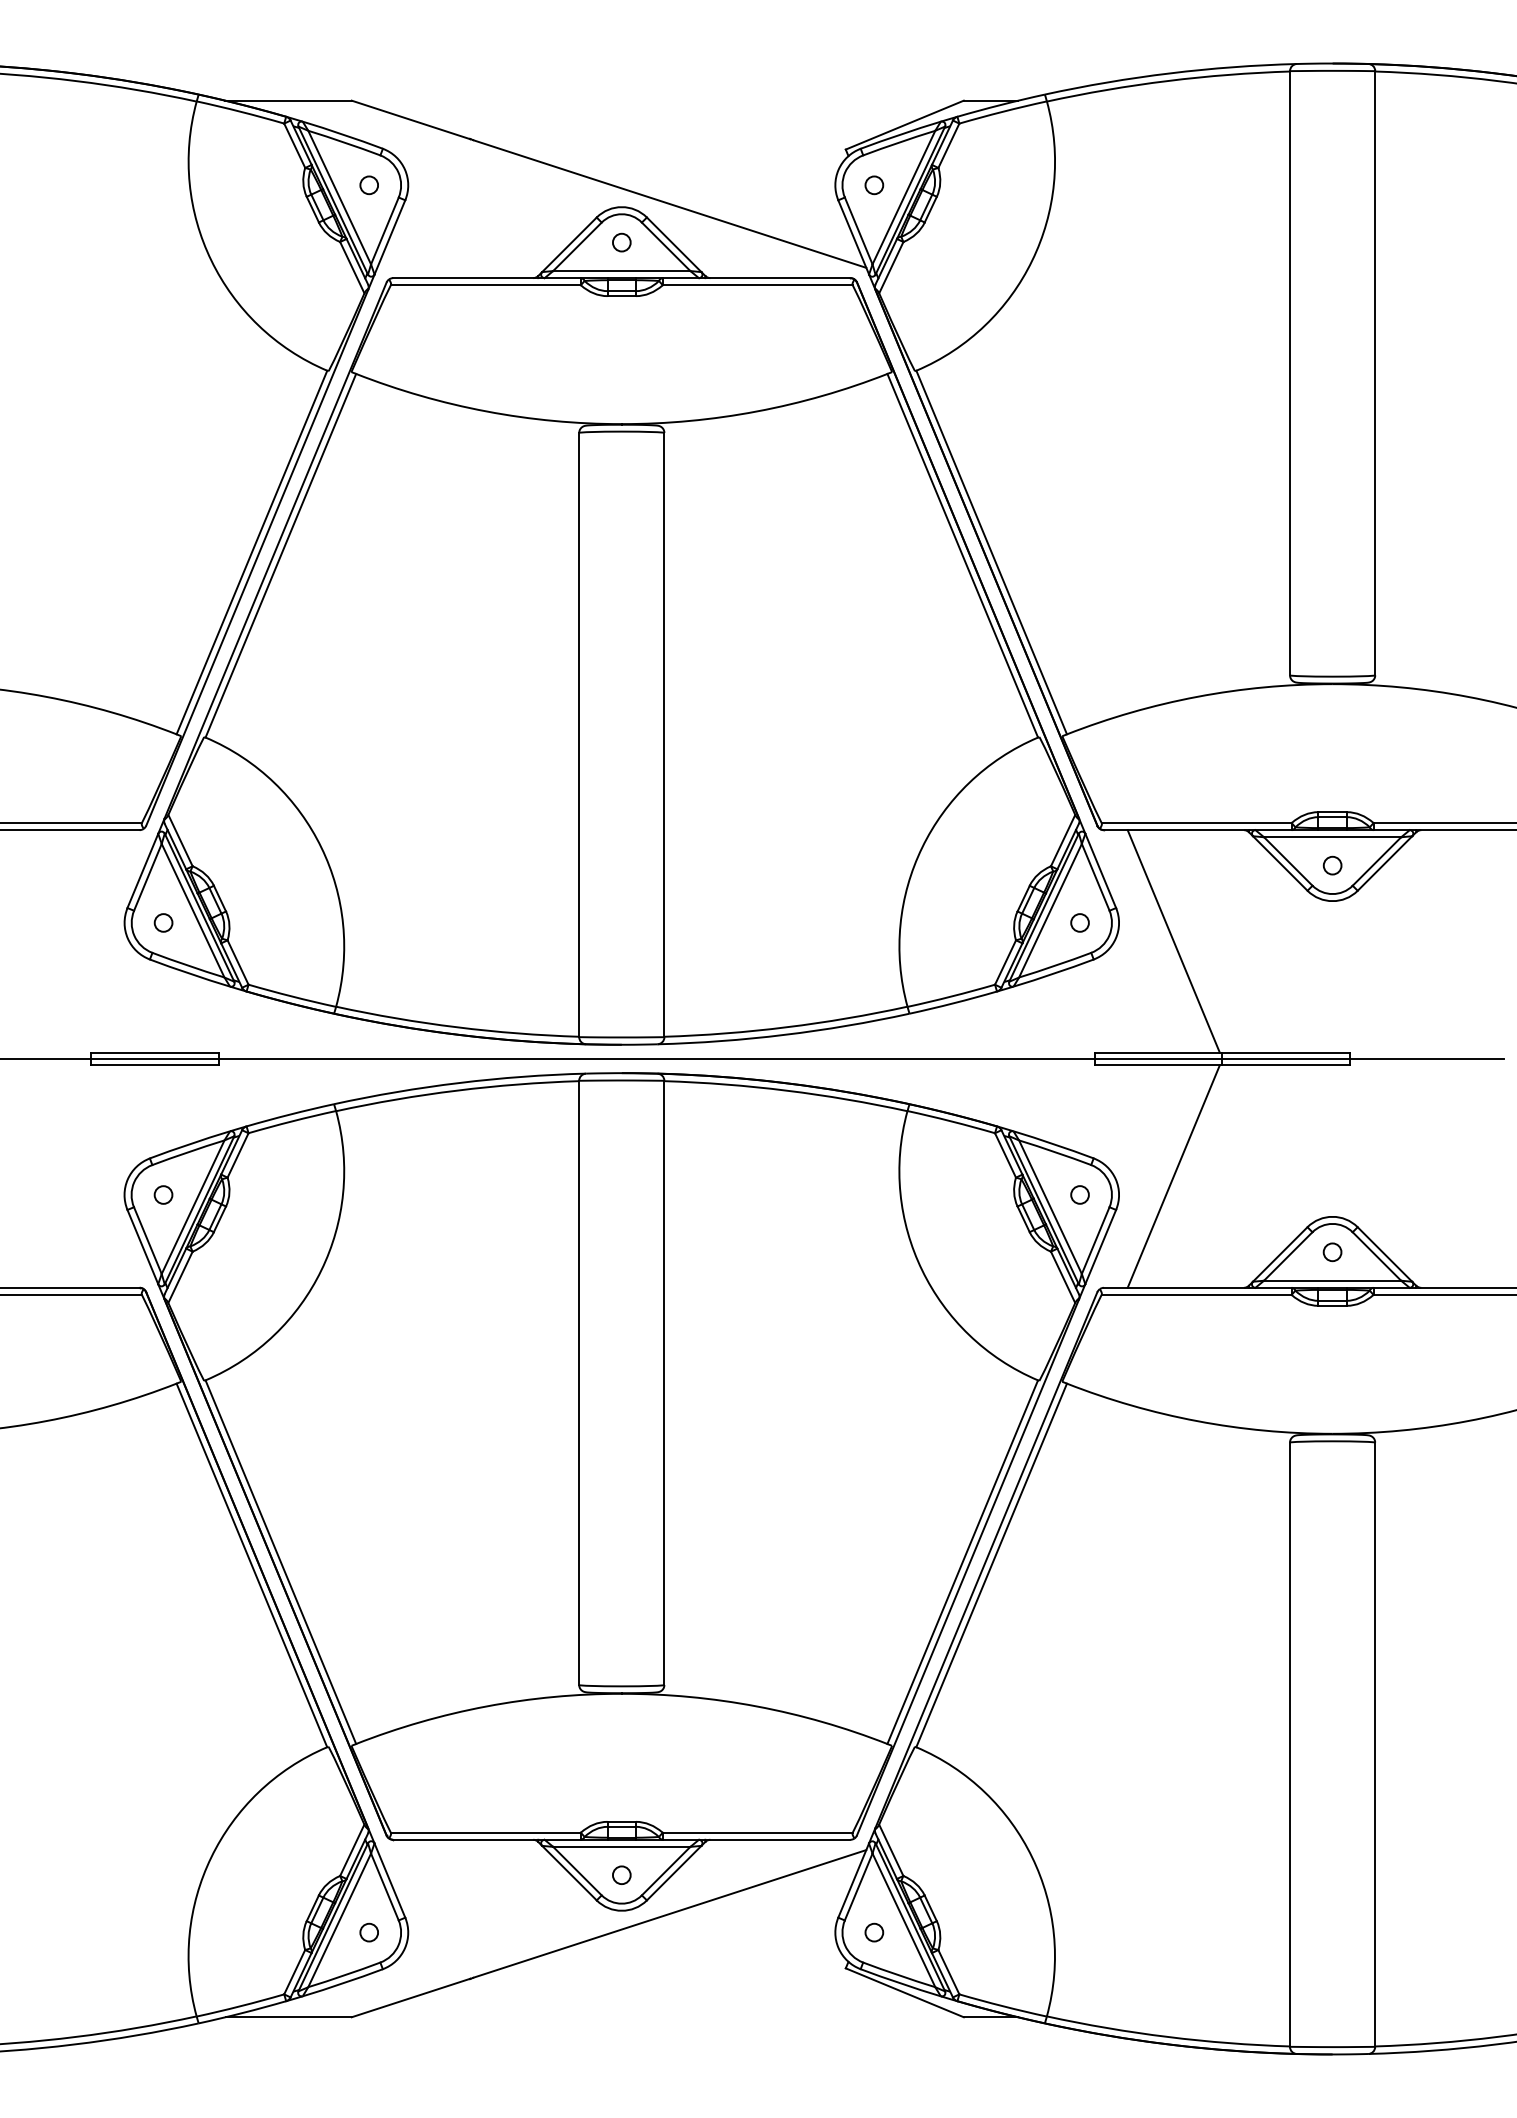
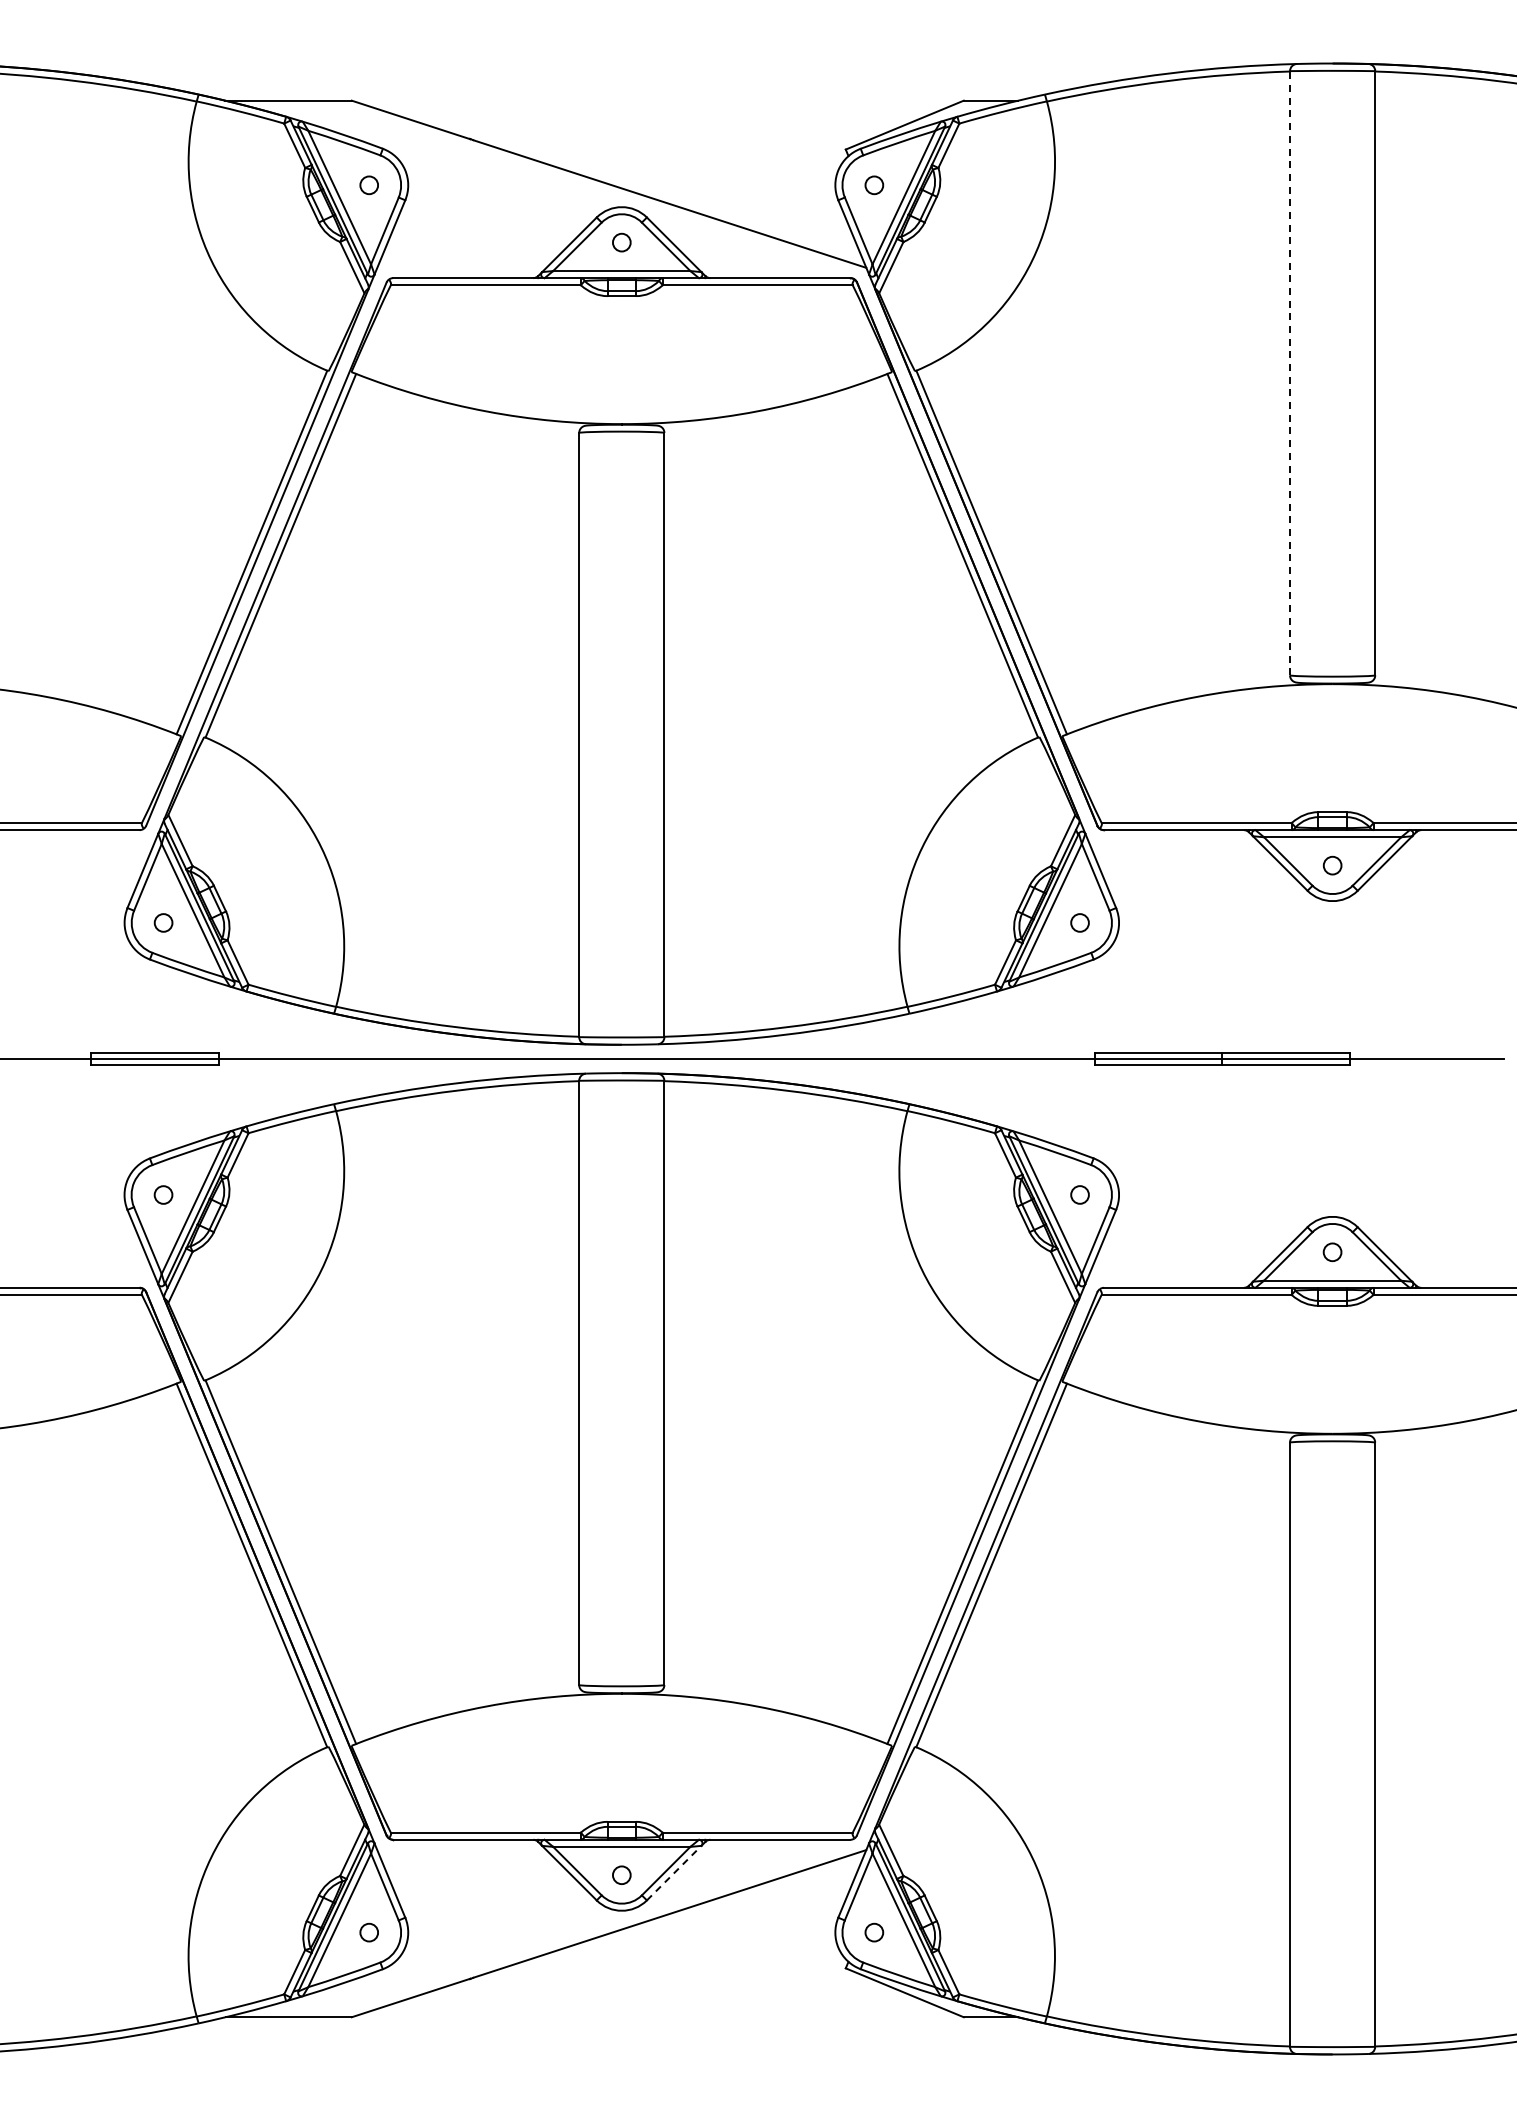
line at (1290, 372): solid -> dashed
line at (1173, 941): present -> none
line at (1173, 1176): present -> none
line at (674, 1873): solid -> dashed
